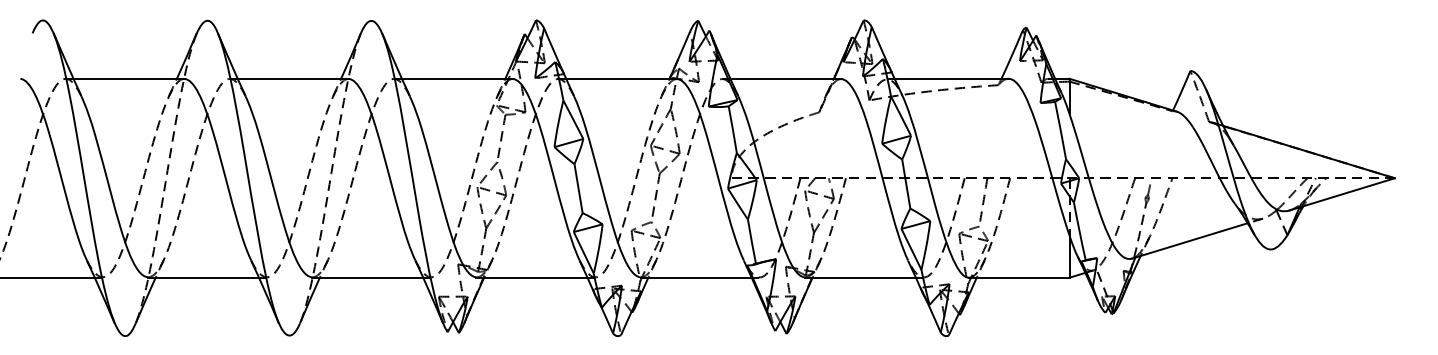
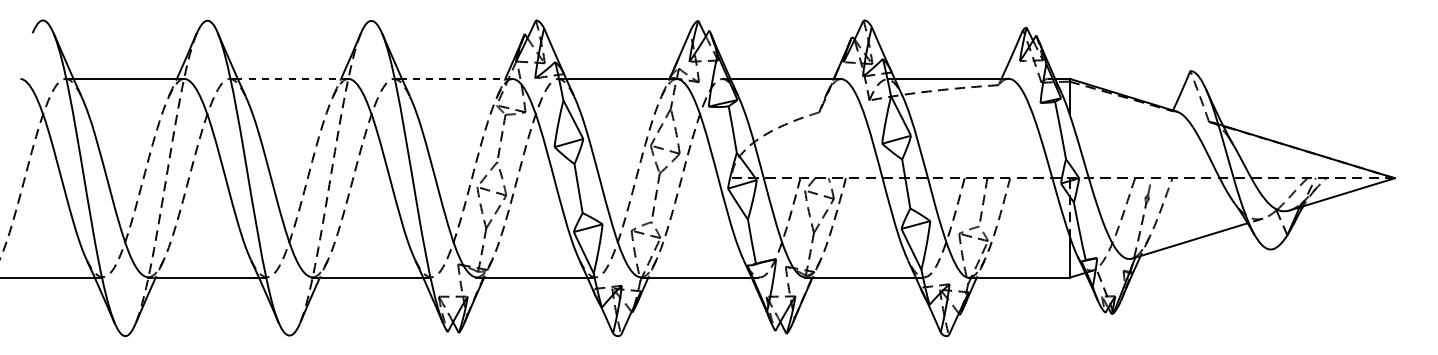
line at (293, 78): solid -> dashed
line at (457, 78): solid -> dashed
